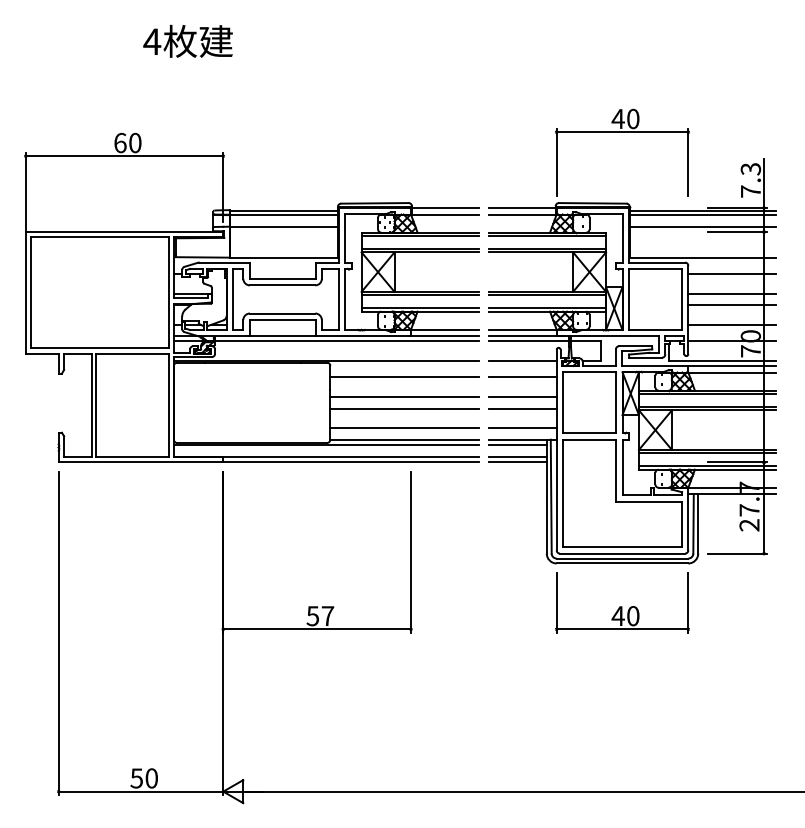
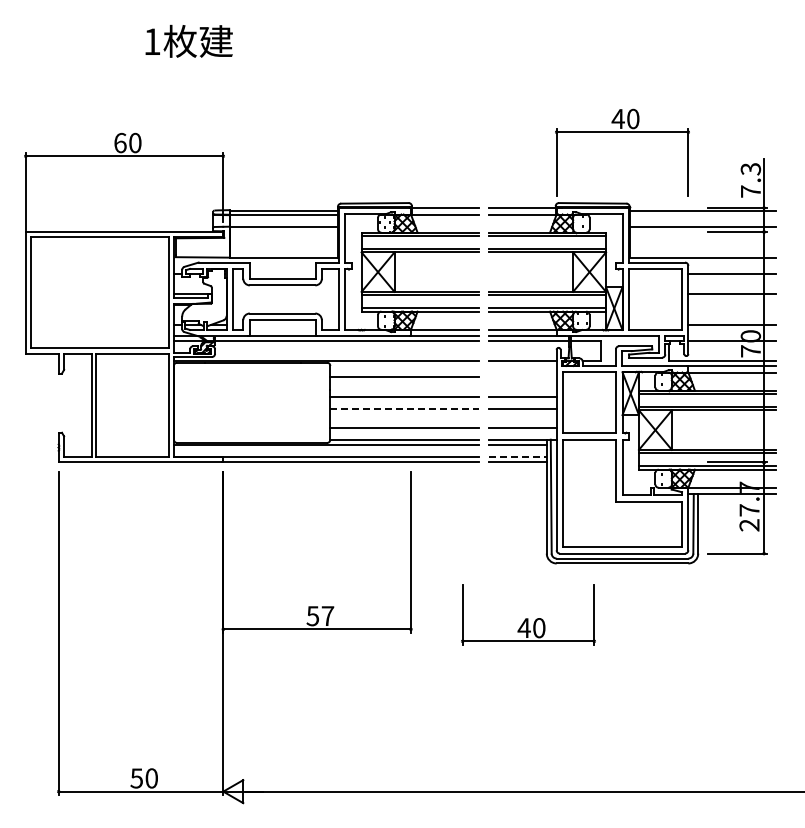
text at (152, 41): 4 -> 1
line at (702, 215): present -> none
line at (731, 305): present -> none
line at (522, 377): present -> none
line at (405, 408): solid -> dashed
line at (518, 457): solid -> dashed
part at (622, 602) position: (622, 602) -> (528, 614)
